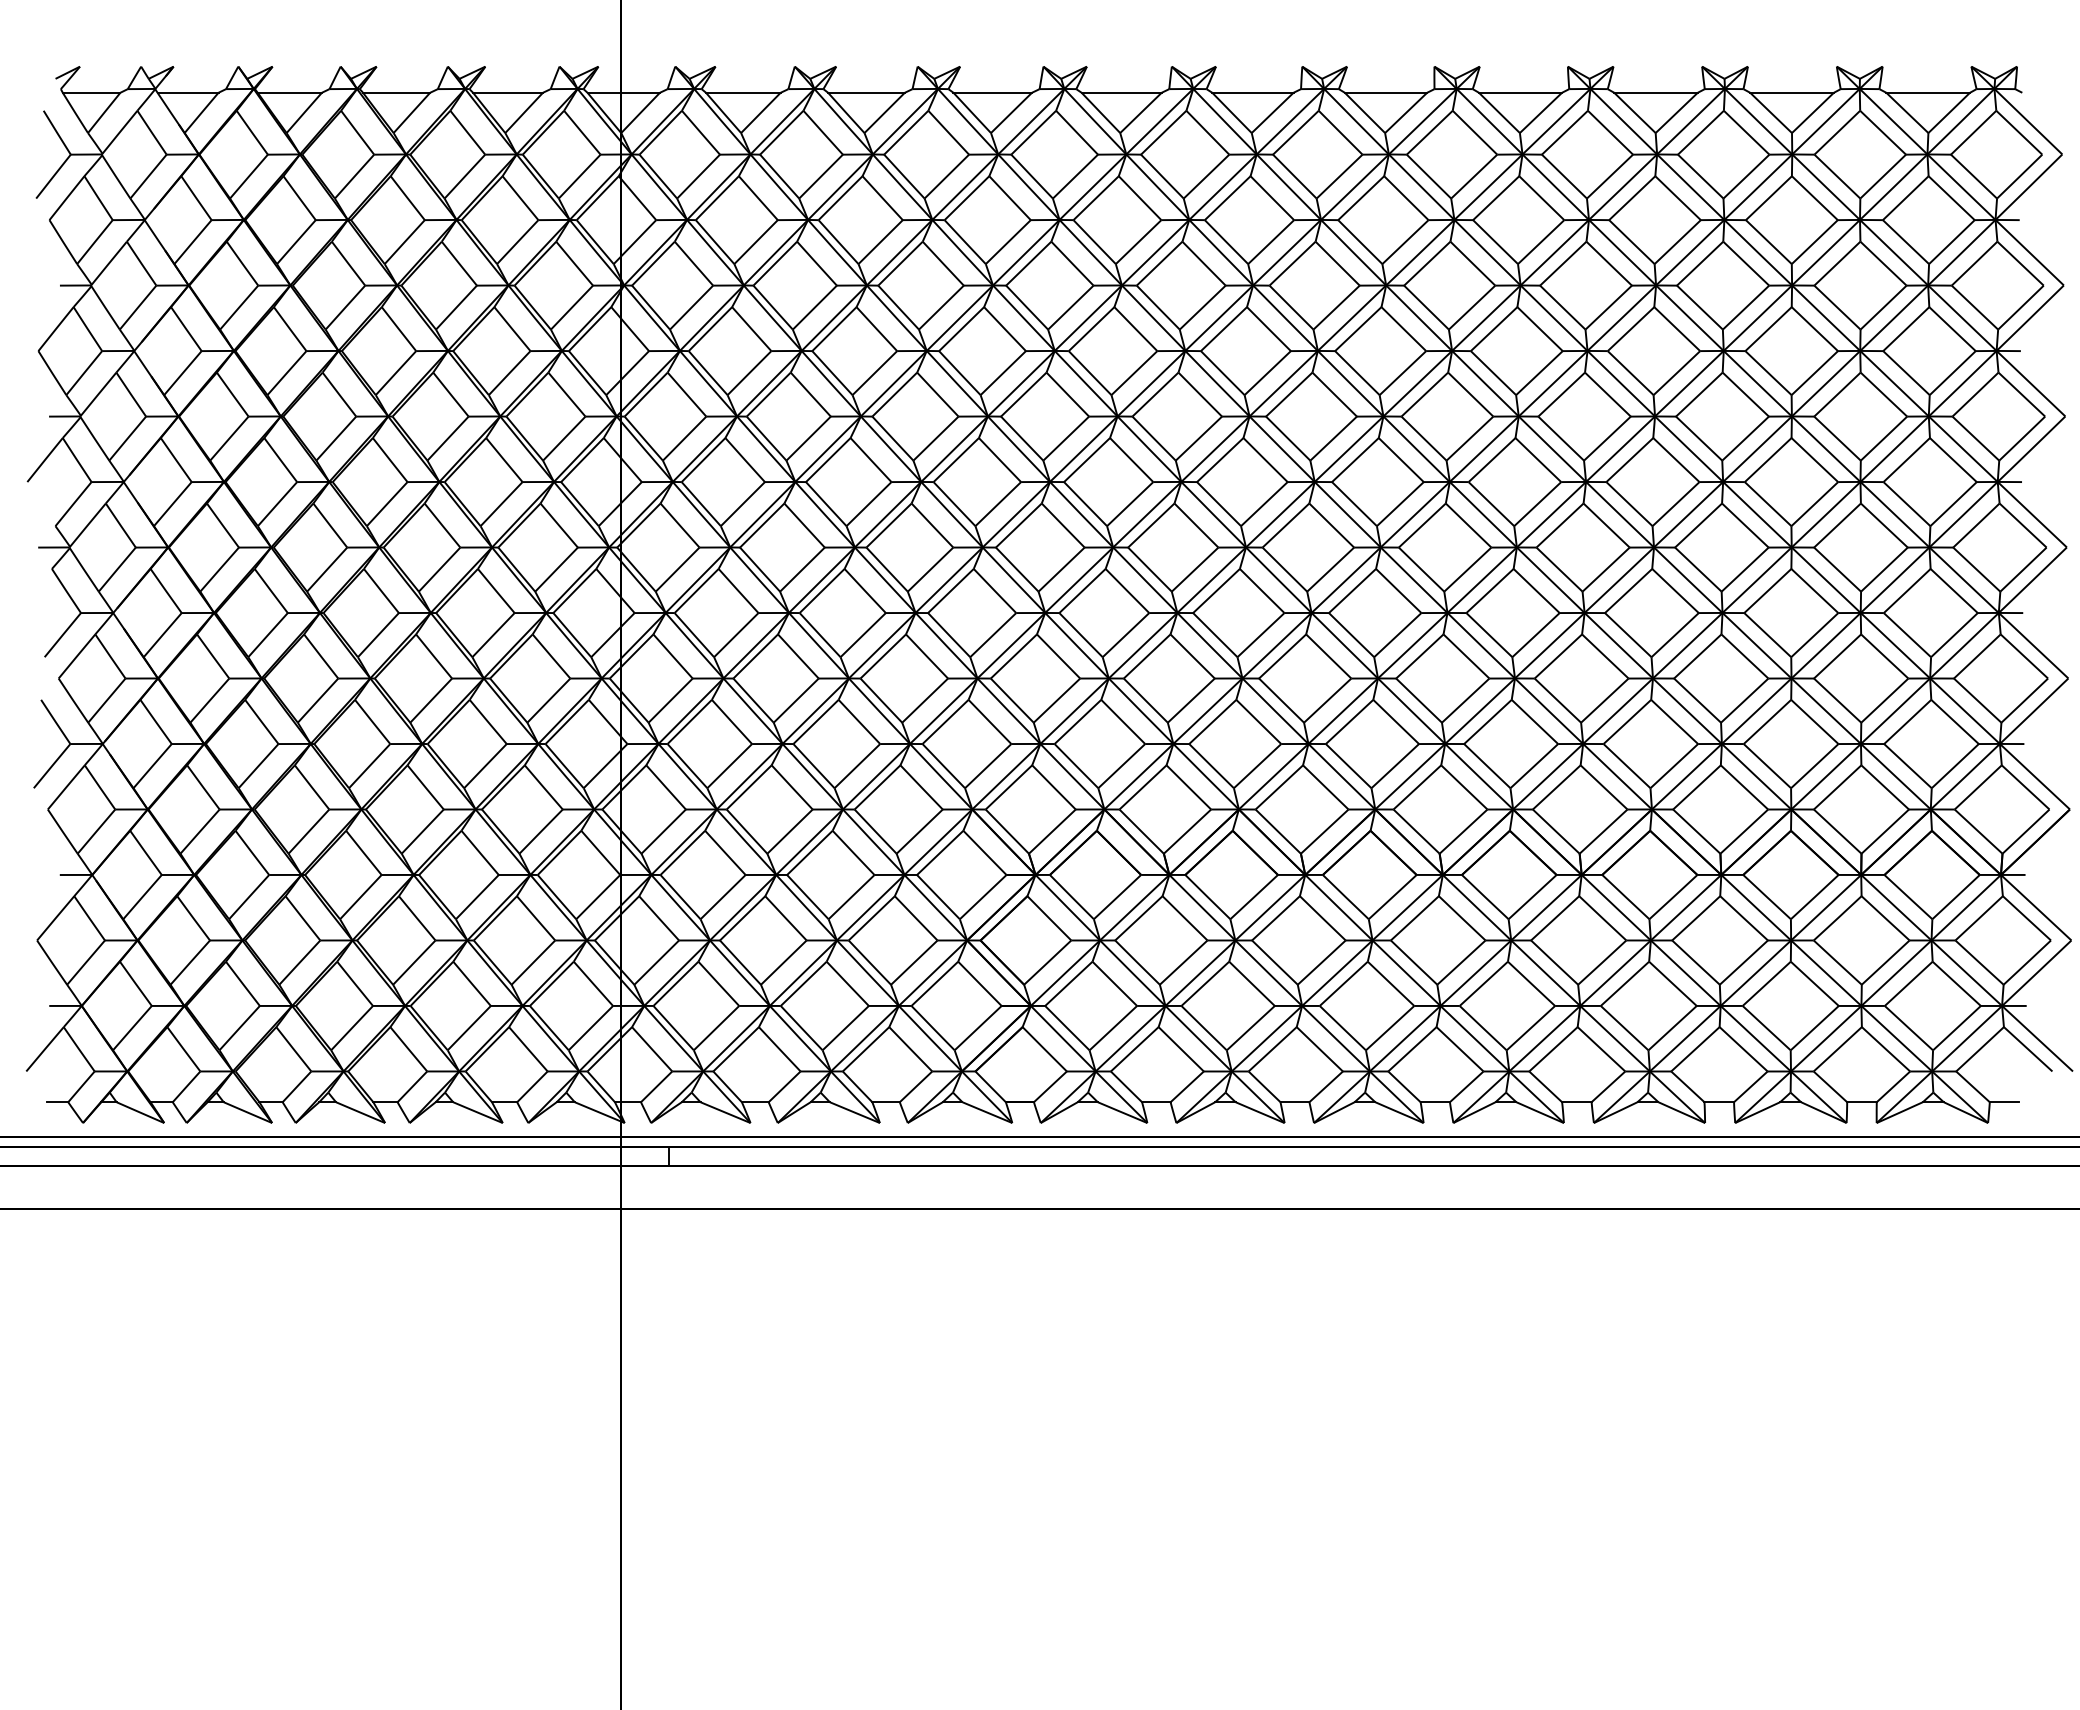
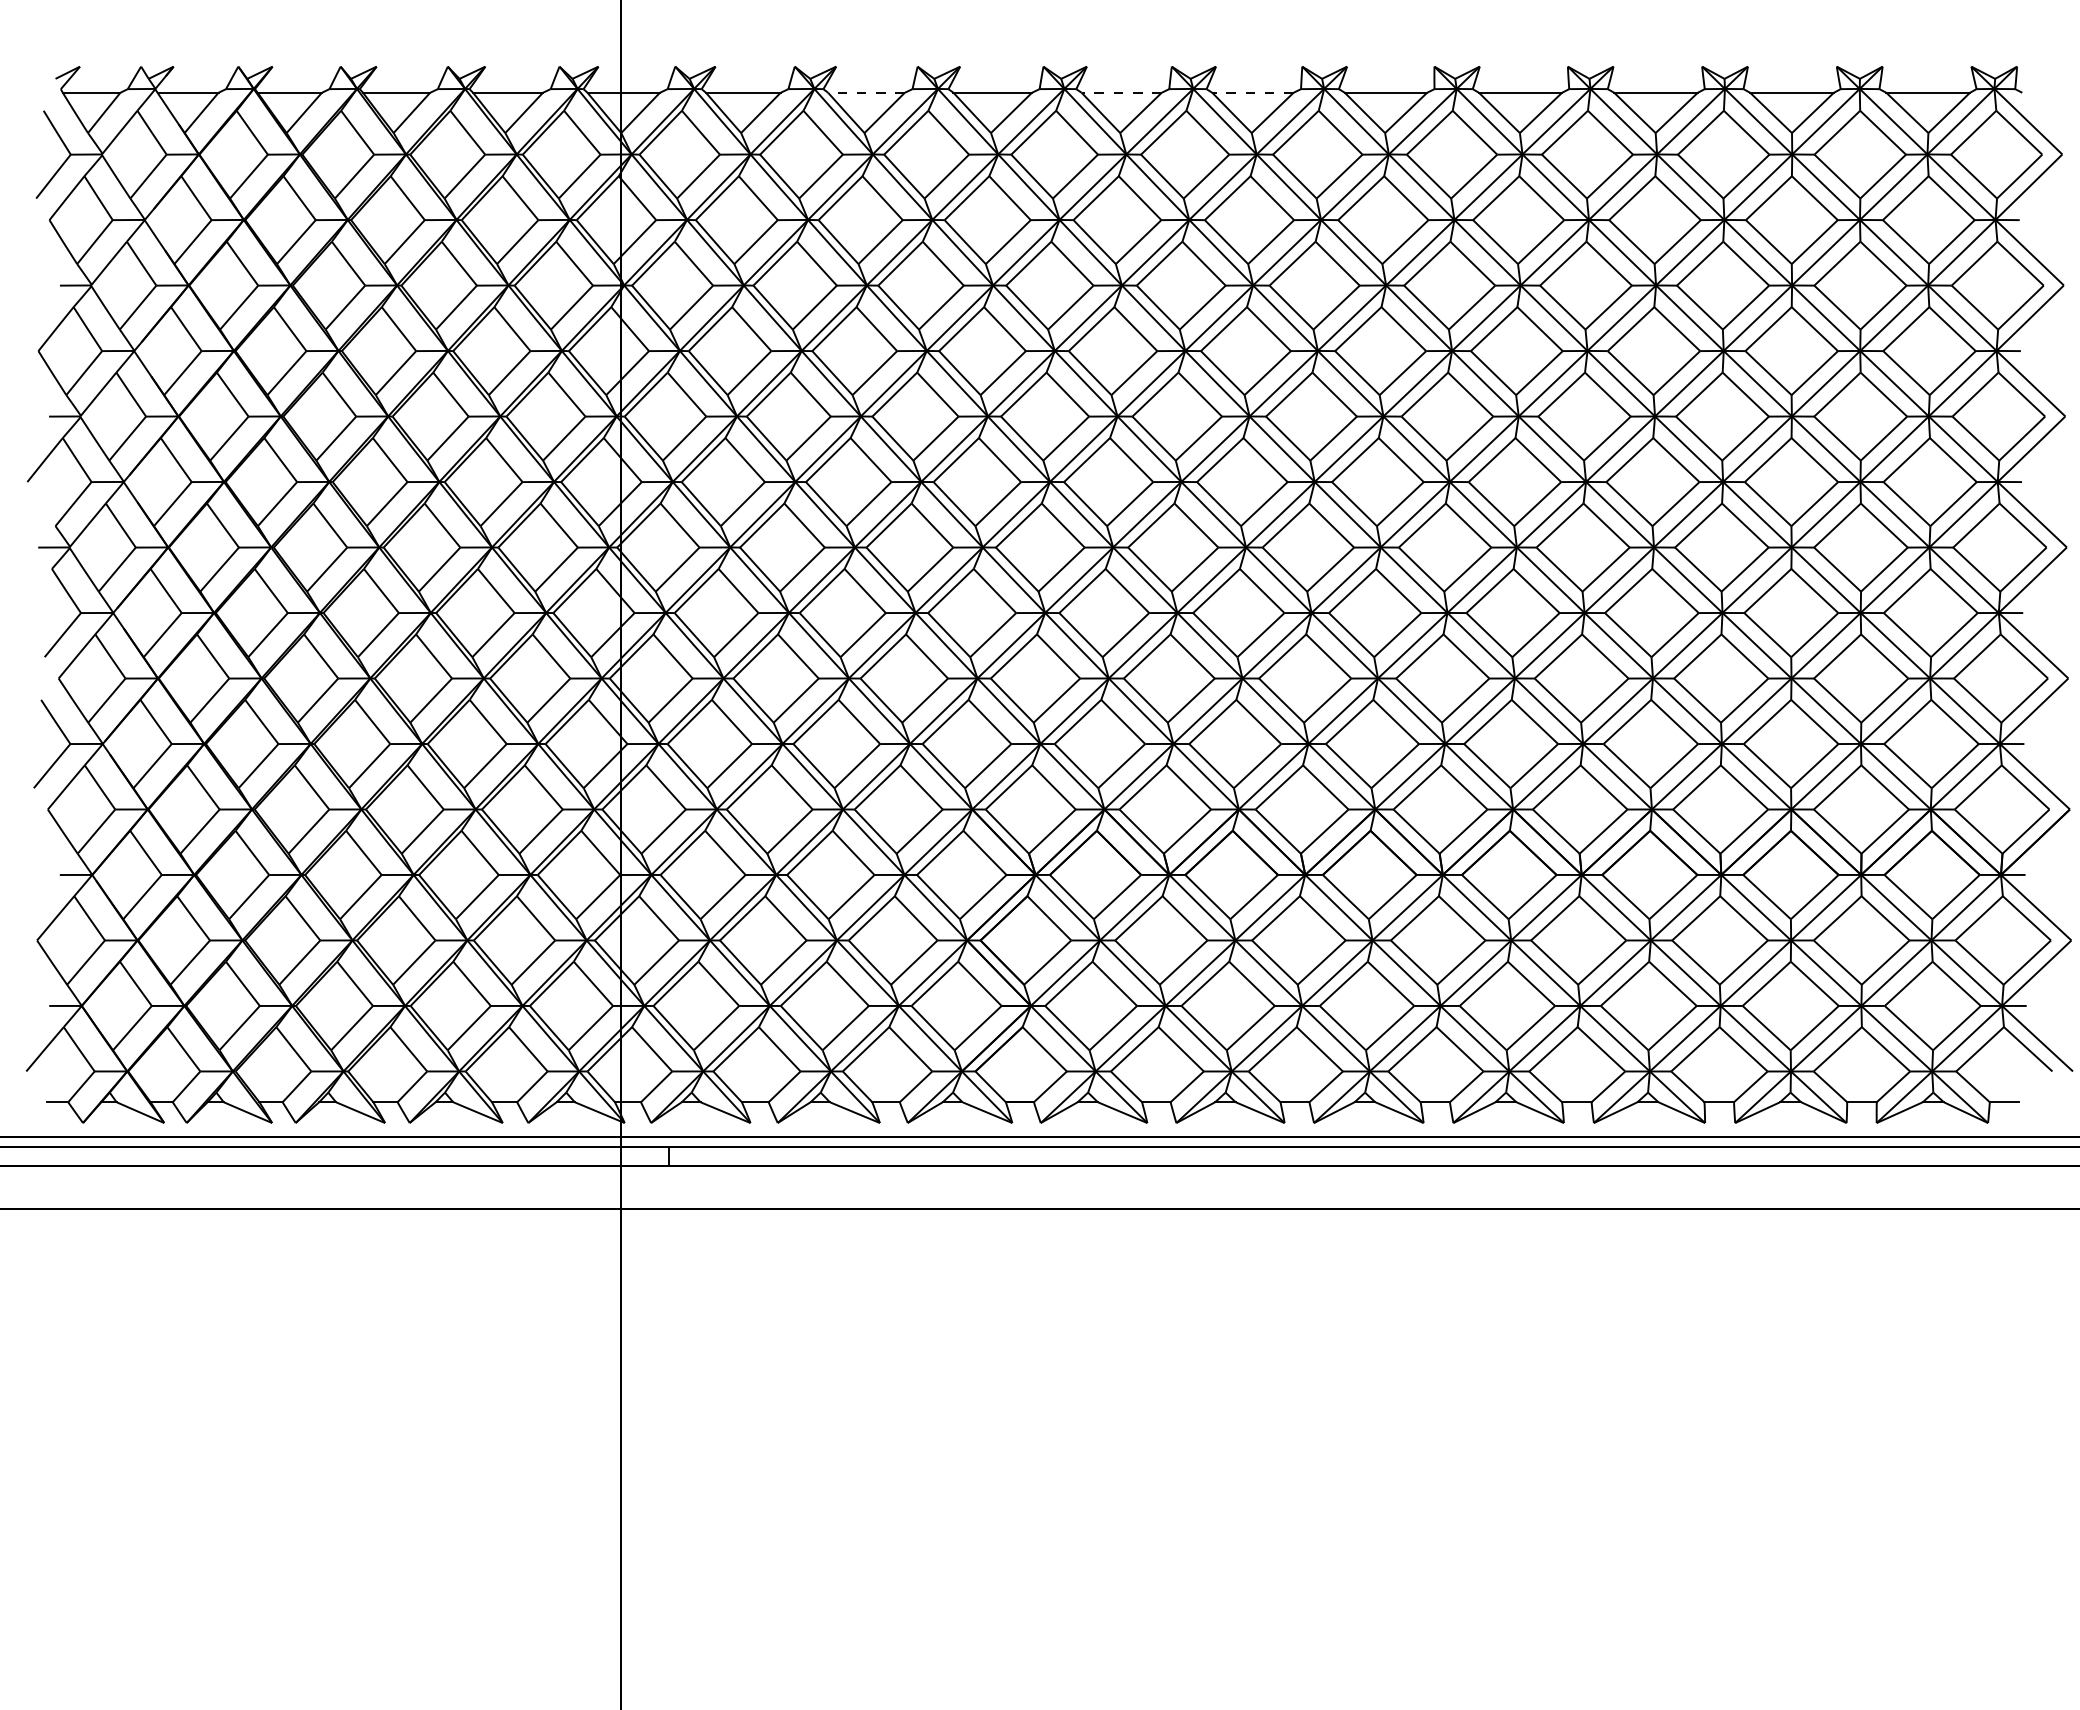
line at (865, 92): solid -> dashed
line at (1121, 92): solid -> dashed
line at (1252, 92): solid -> dashed
